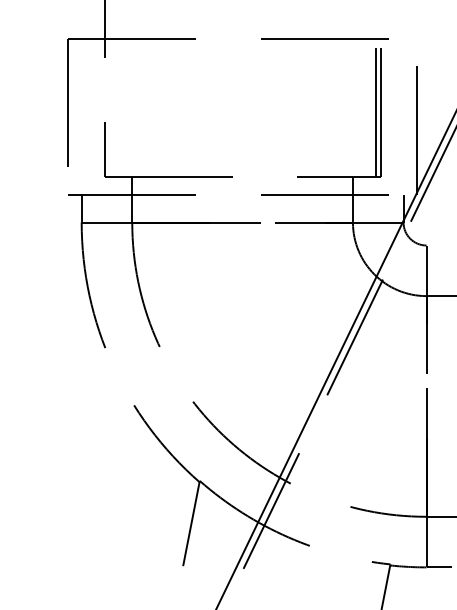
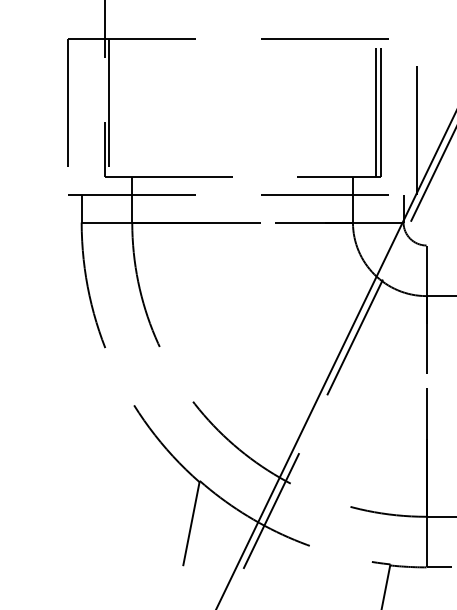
line at (109, 107): none -> present
